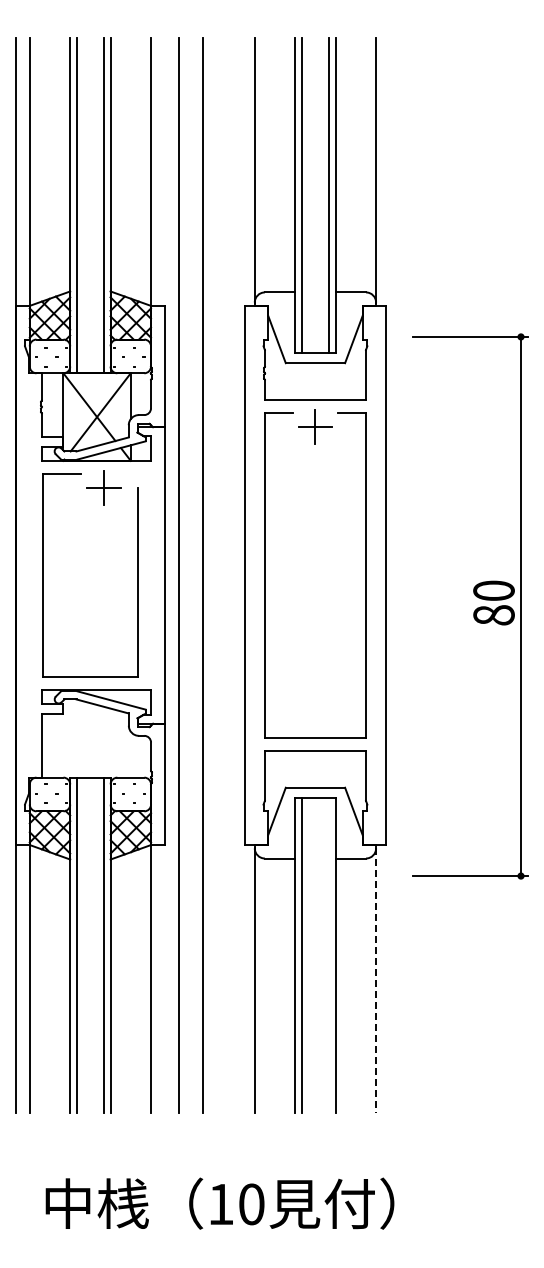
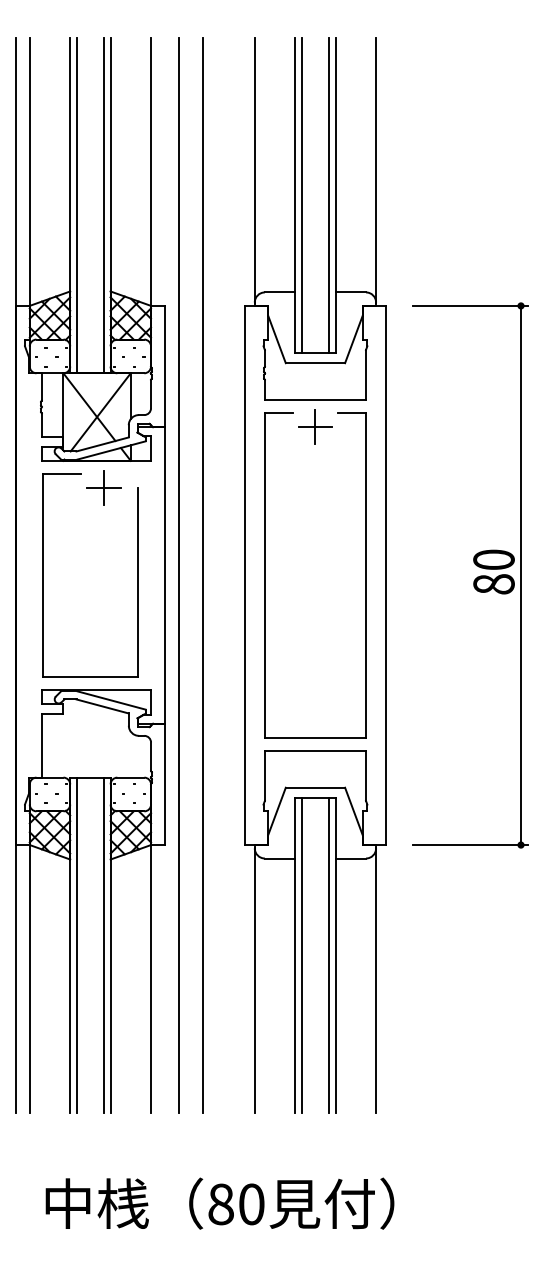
part at (470, 606) position: (470, 606) -> (470, 575)
line at (328, 954): none -> present
line at (376, 981): dashed -> solid
text at (220, 1204): 10 -> 80
